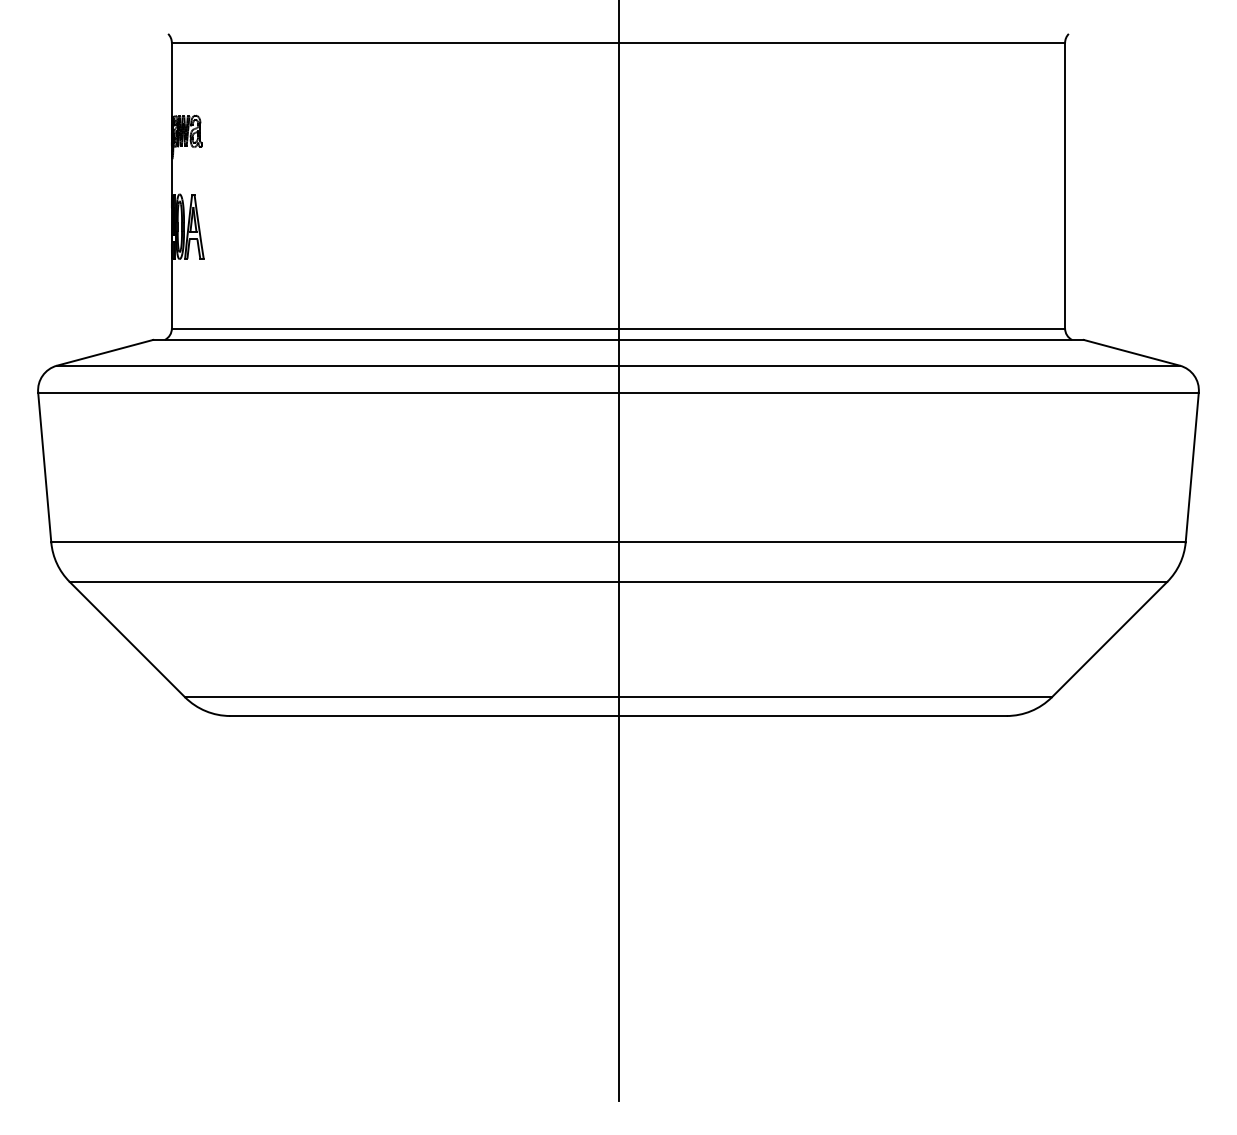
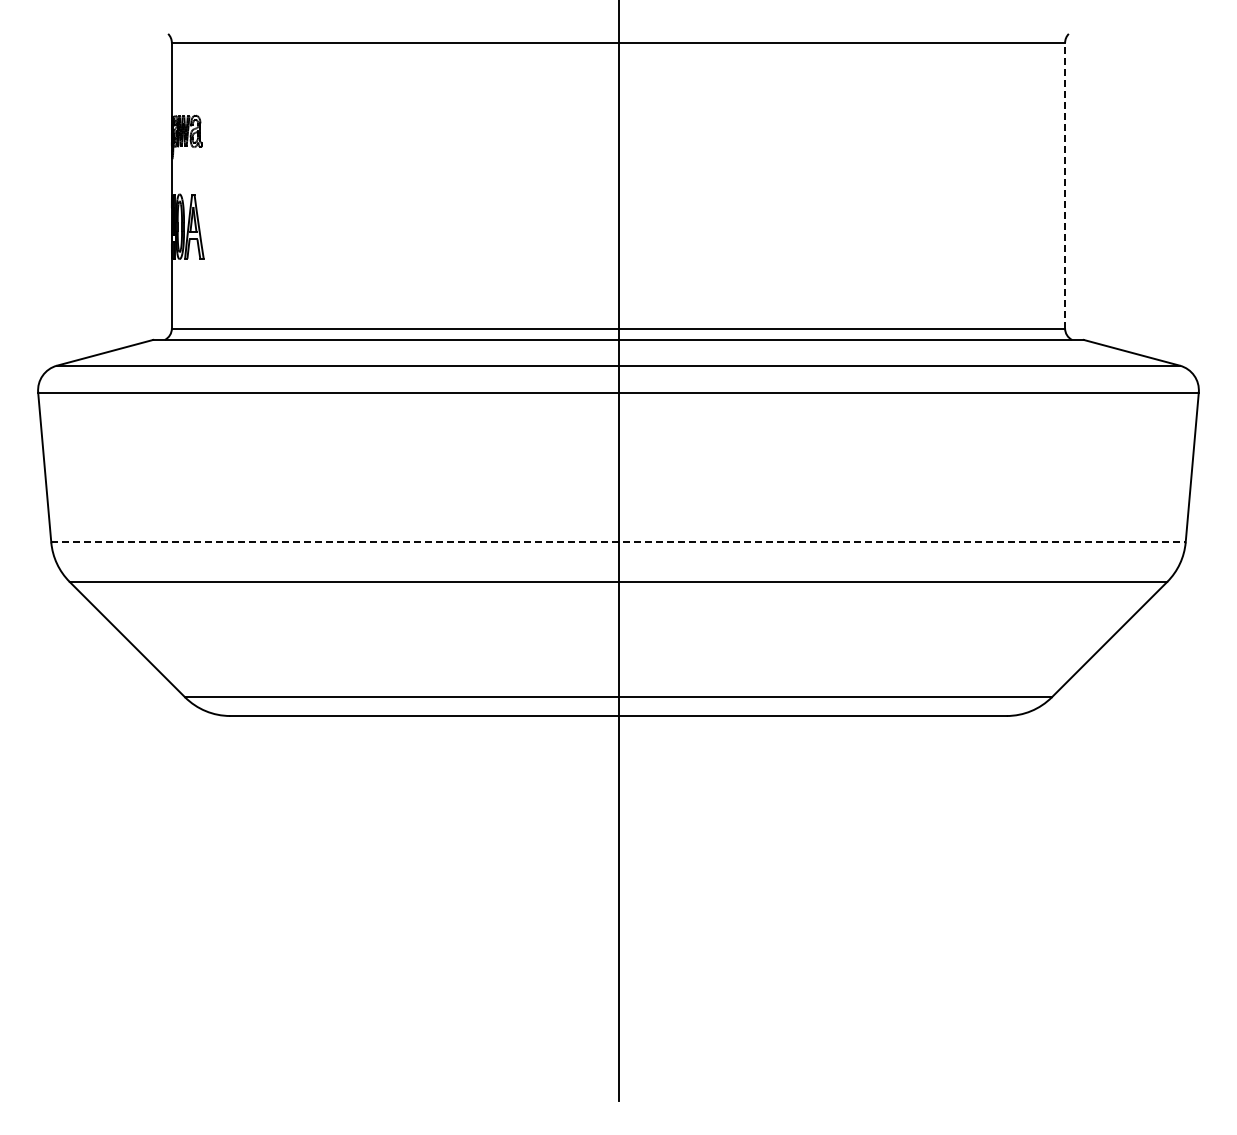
line at (1065, 185): solid -> dashed
line at (618, 542): solid -> dashed
